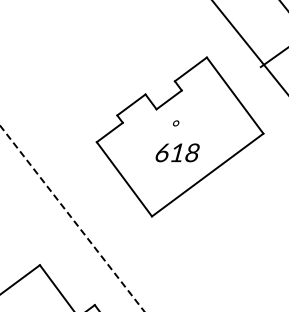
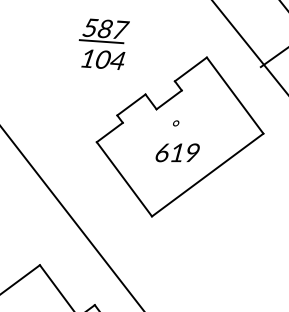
part at (103, 43): none -> present
text at (192, 153): 618 -> 619
line at (72, 218): dashed -> solid
